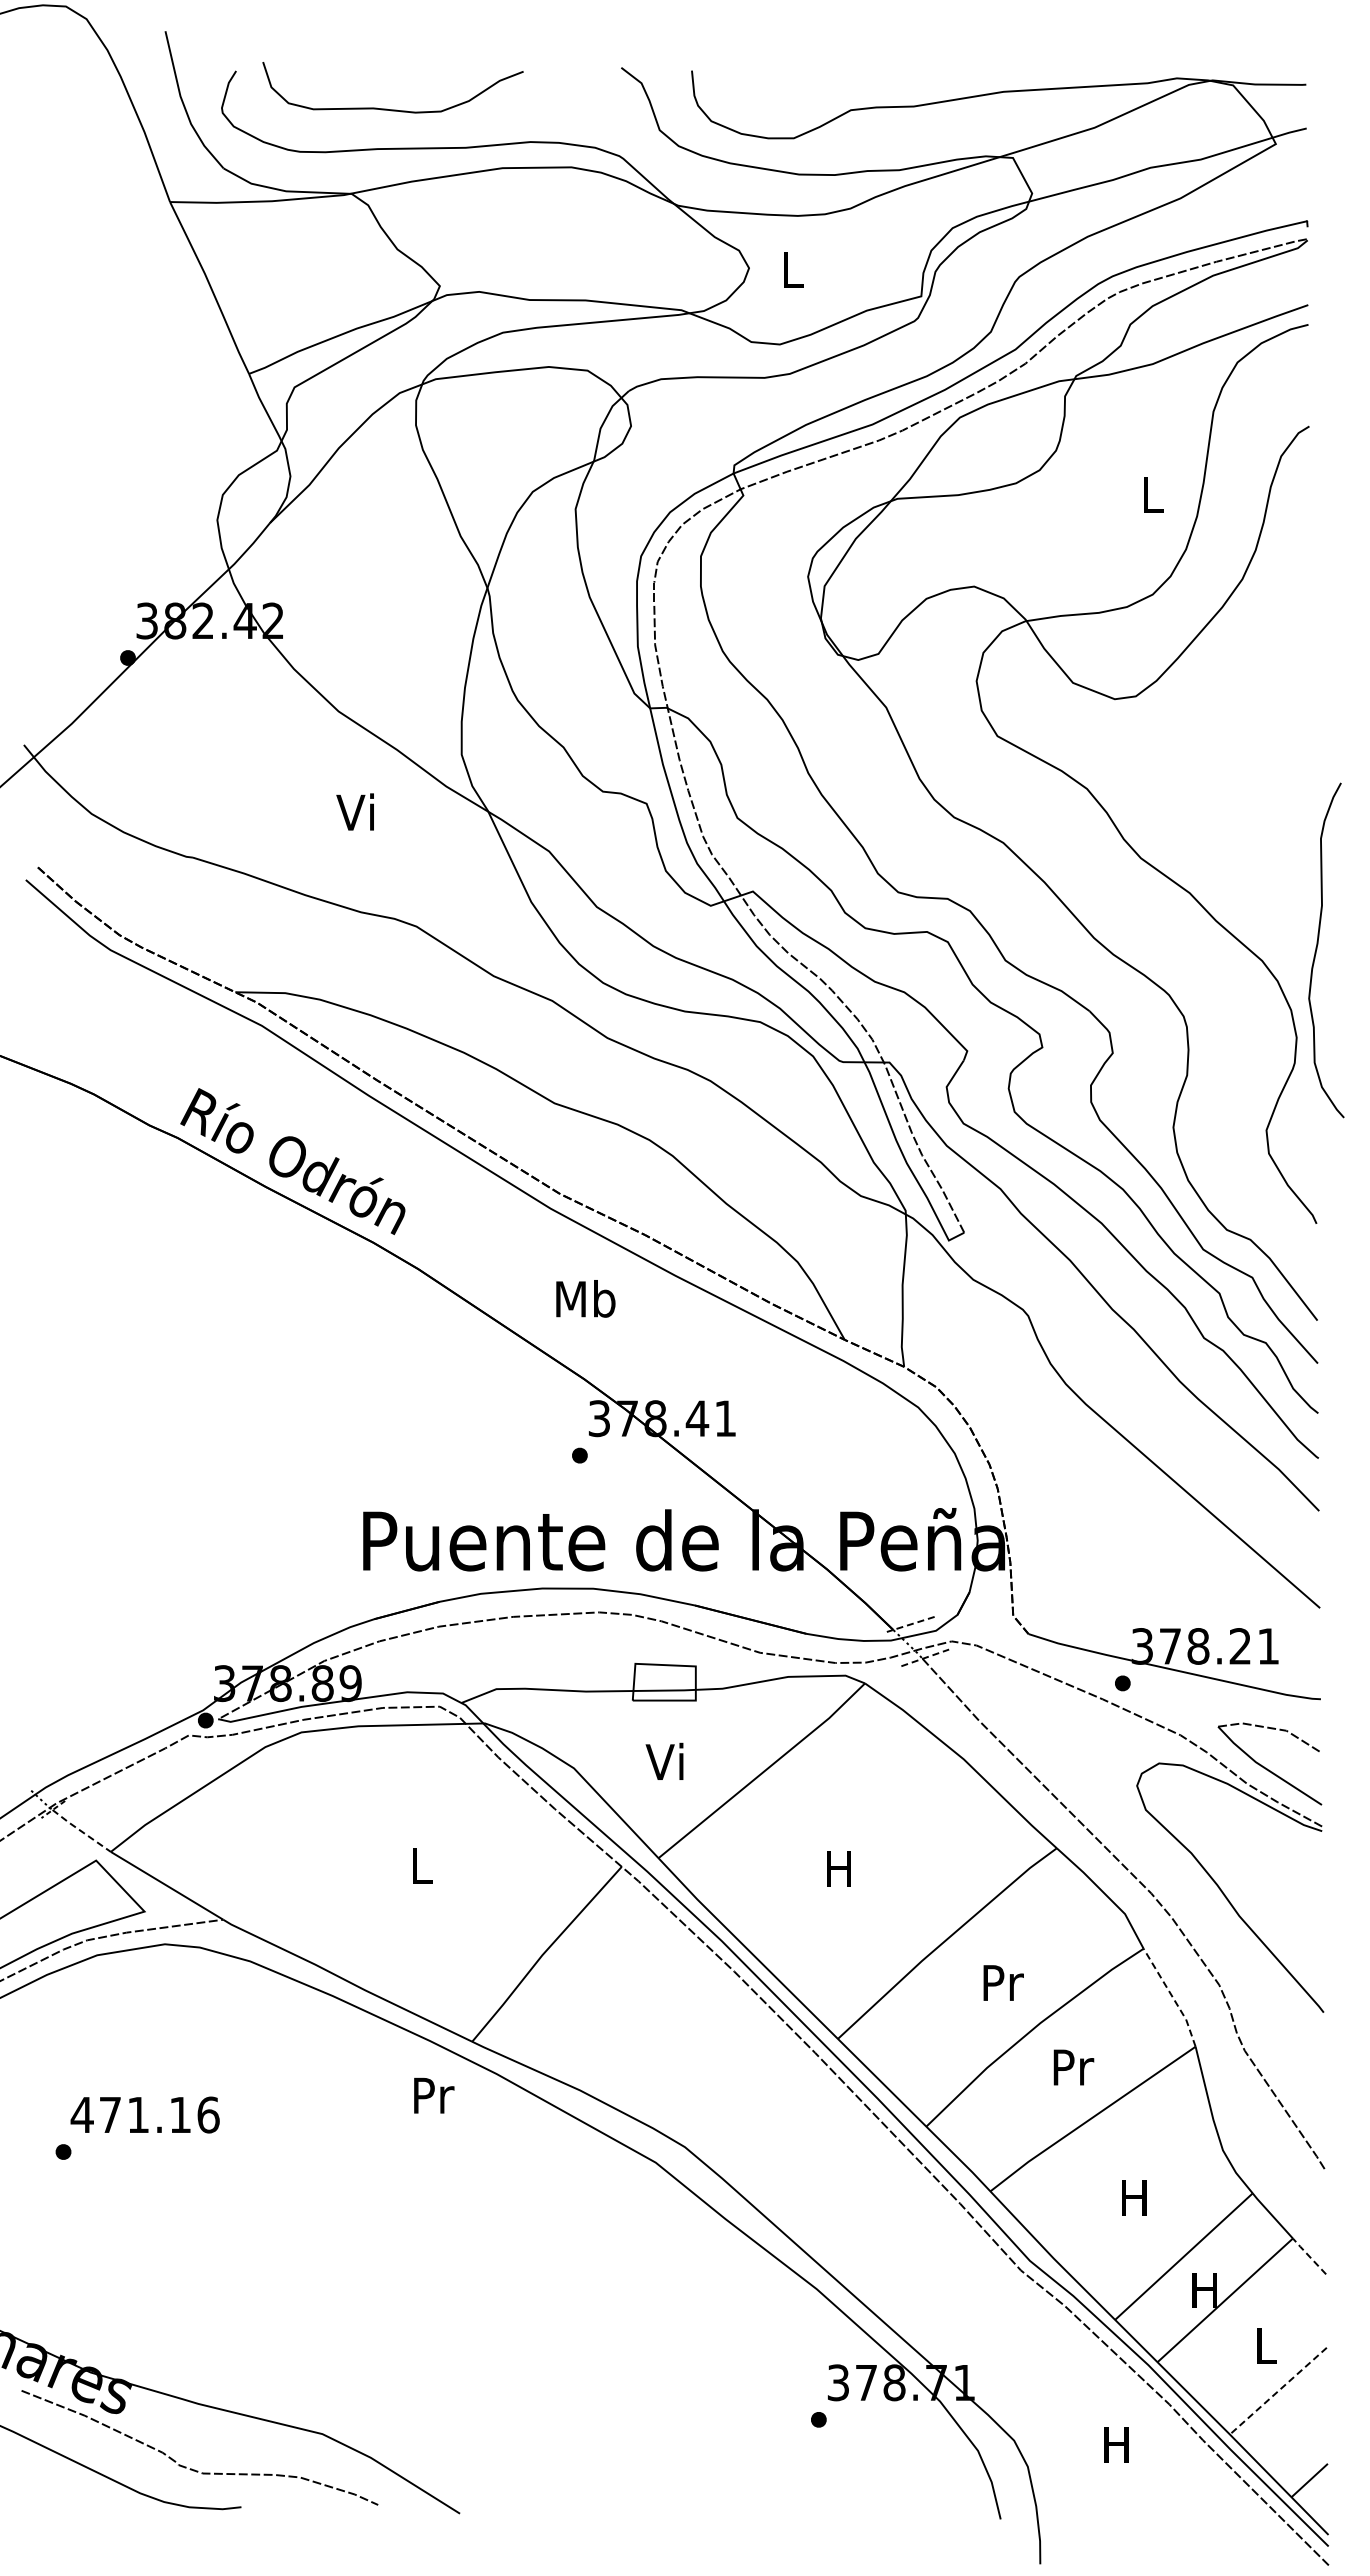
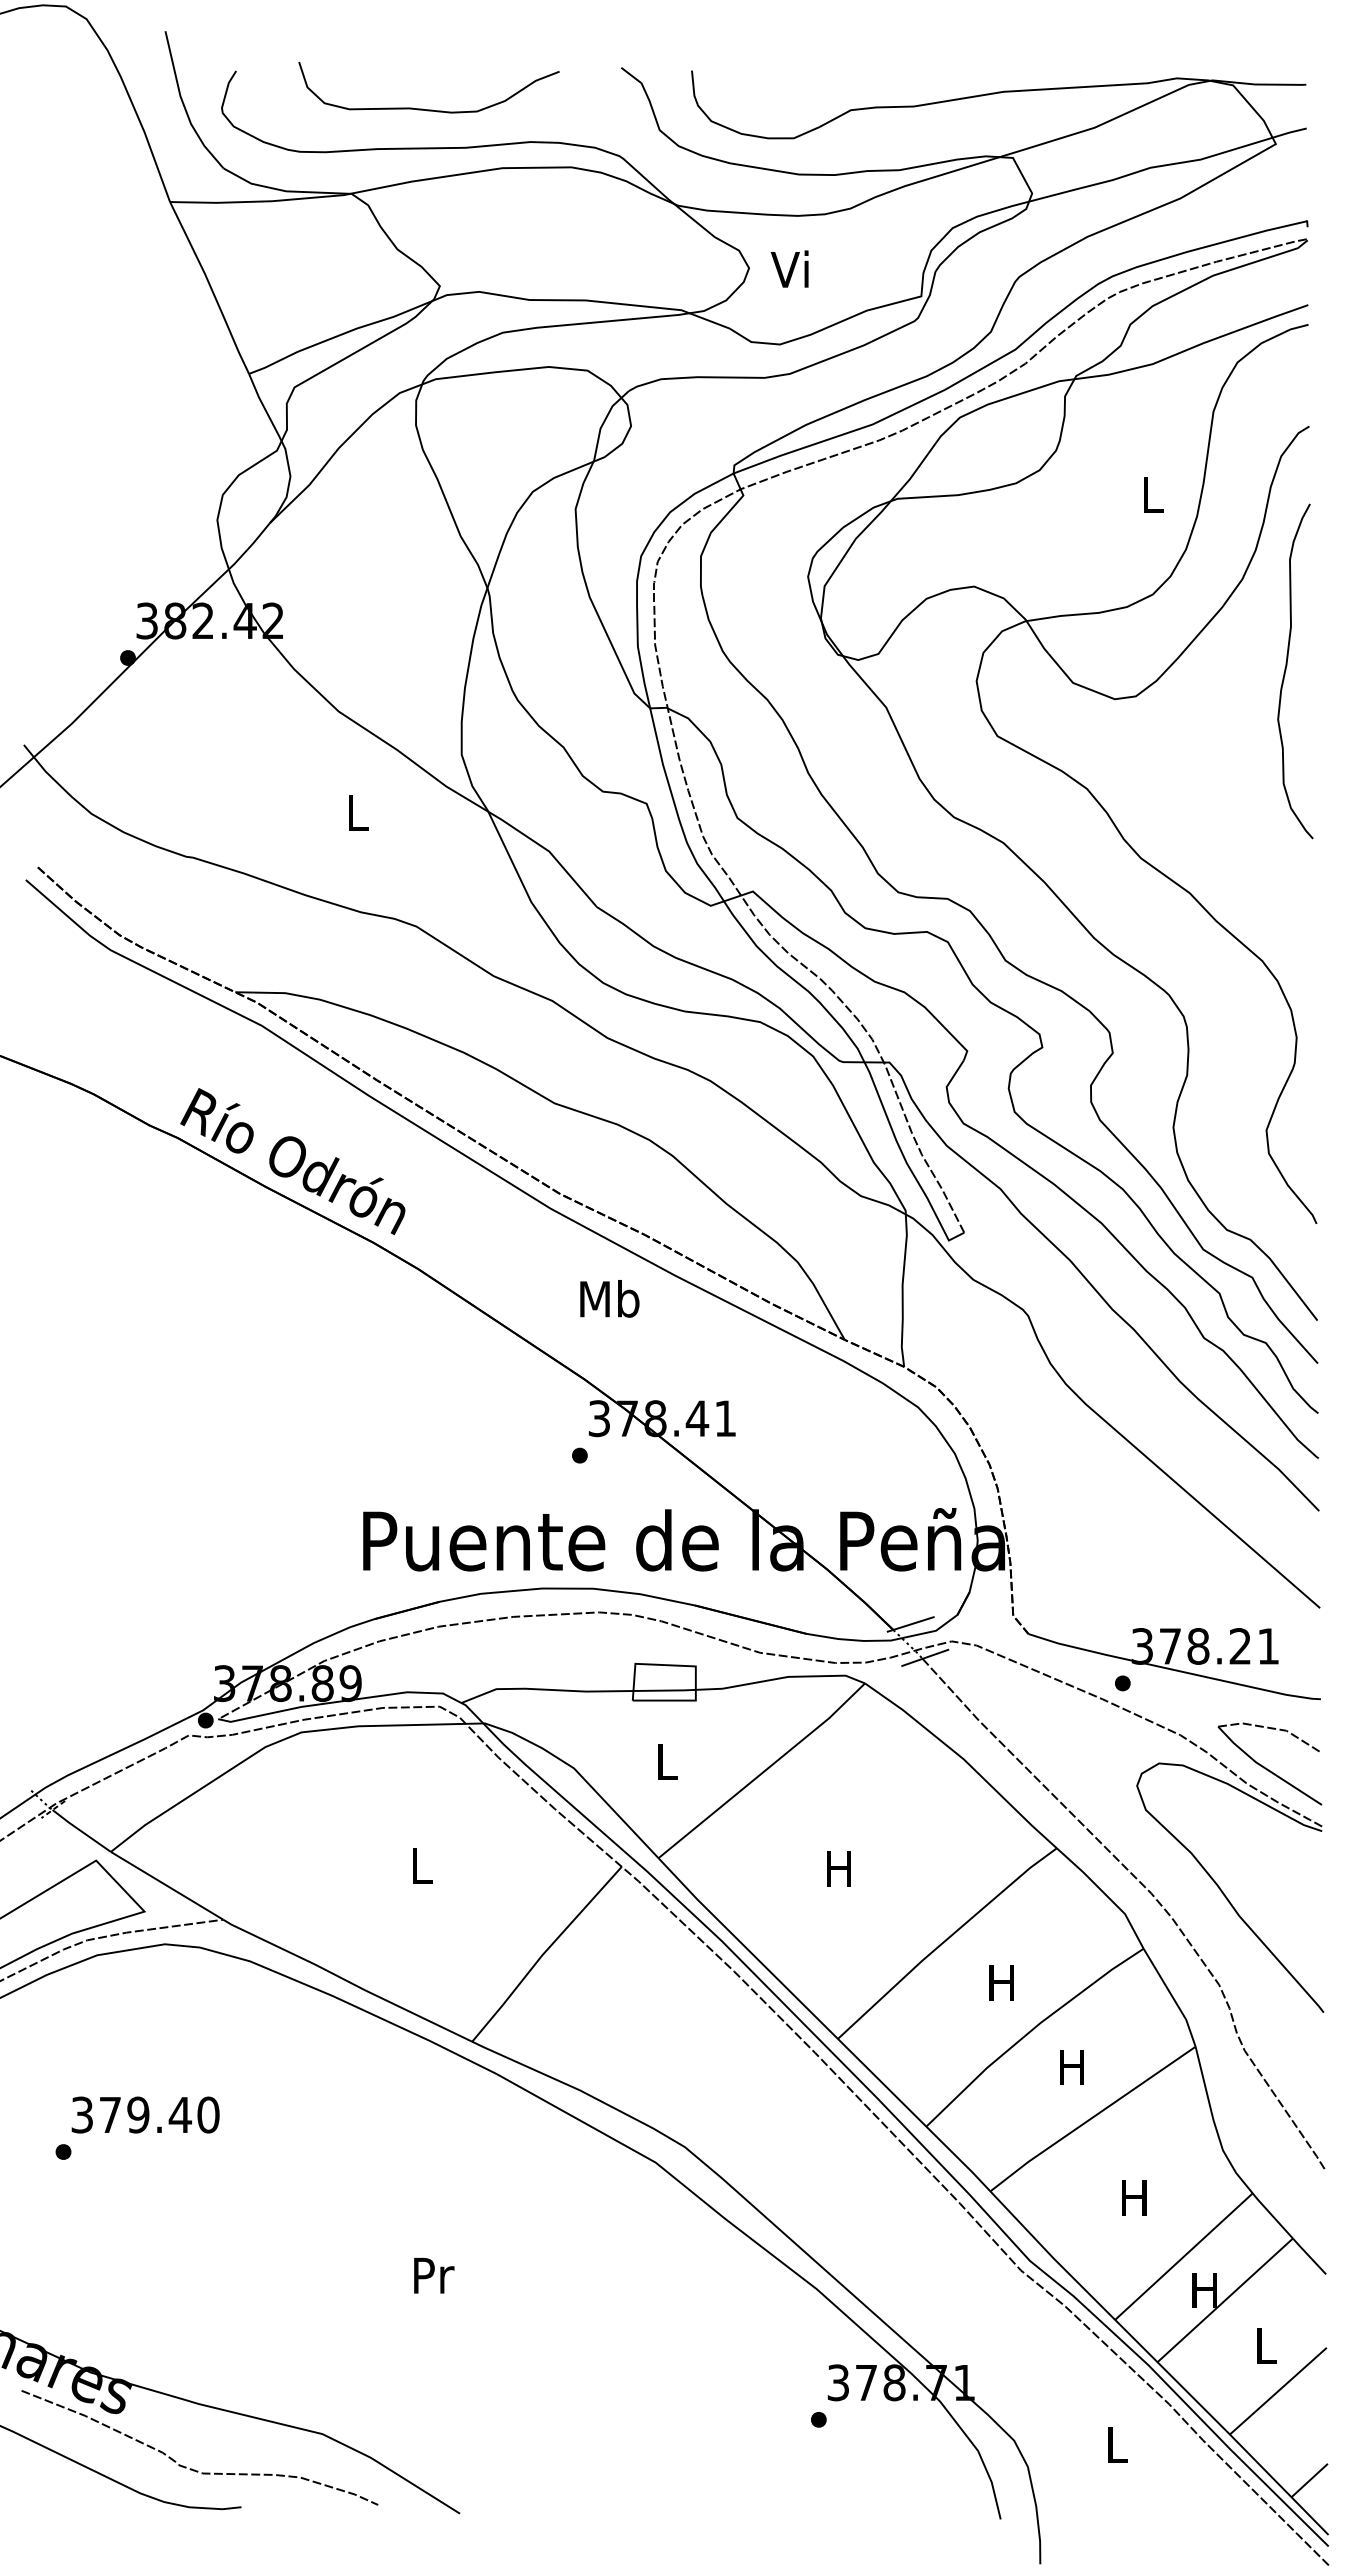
curve at (387, 108) position: (387, 108) -> (423, 108)
text at (789, 268): L -> Vi
text at (354, 811): Vi -> L
curve at (1317, 949) position: (1317, 949) -> (1286, 670)
text at (585, 1298) position: (585, 1298) -> (609, 1298)
line at (910, 1624): dashed -> solid
line at (925, 1657): dashed -> solid
text at (664, 1760): Vi -> L
line at (81, 1831): dashed -> solid
text at (1003, 1982): Pr -> H
line at (1172, 1996): dashed -> solid
text at (1073, 2067): Pr -> H
text at (434, 2095) position: (434, 2095) -> (434, 2275)
text at (144, 2114): 471.16 -> 379.40
line at (1308, 2255): dashed -> solid
line at (1278, 2391): dashed -> solid
text at (1116, 2444): H -> L
